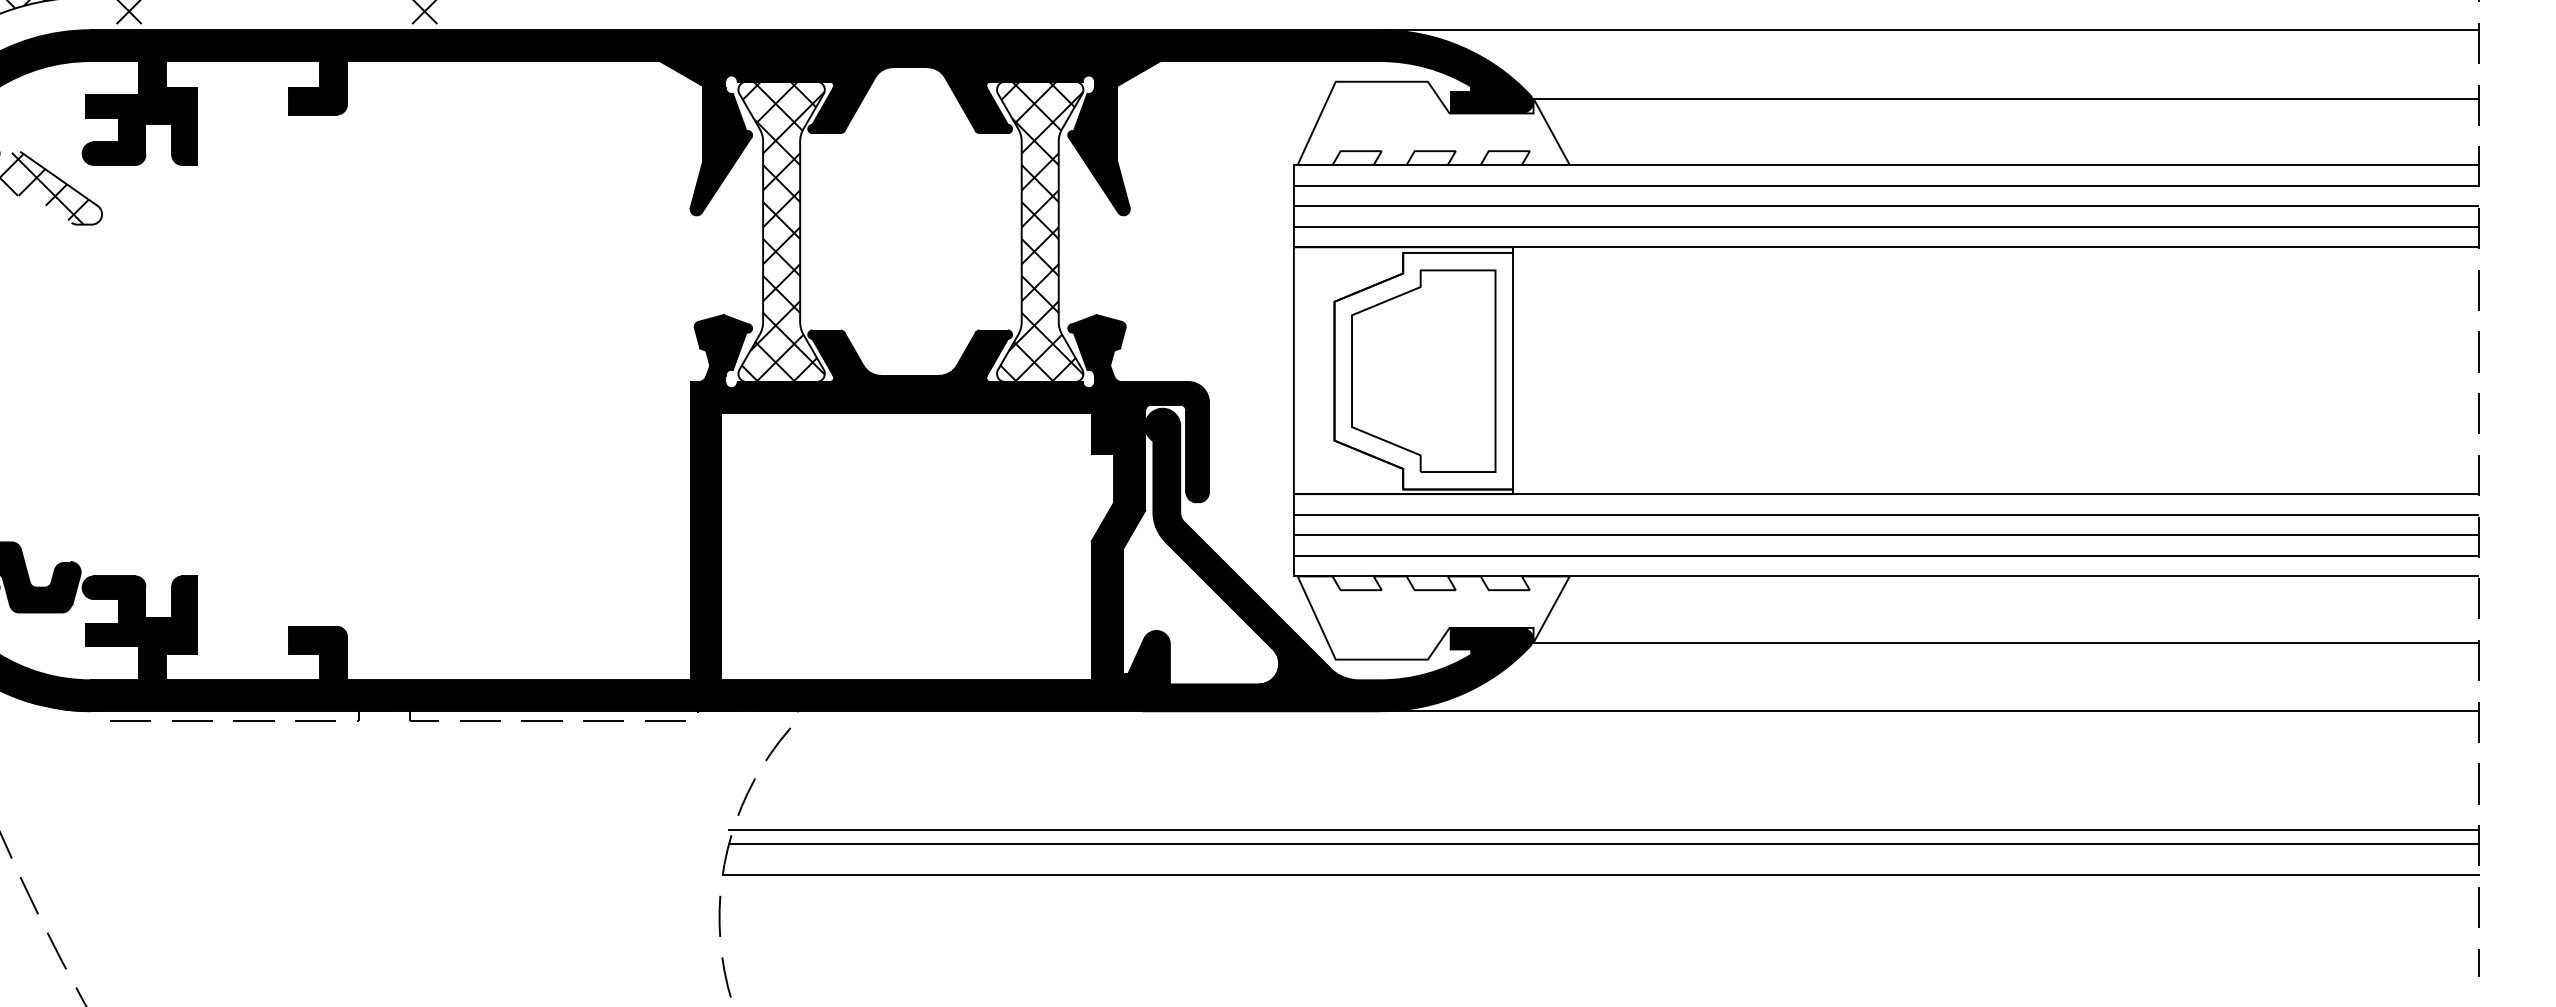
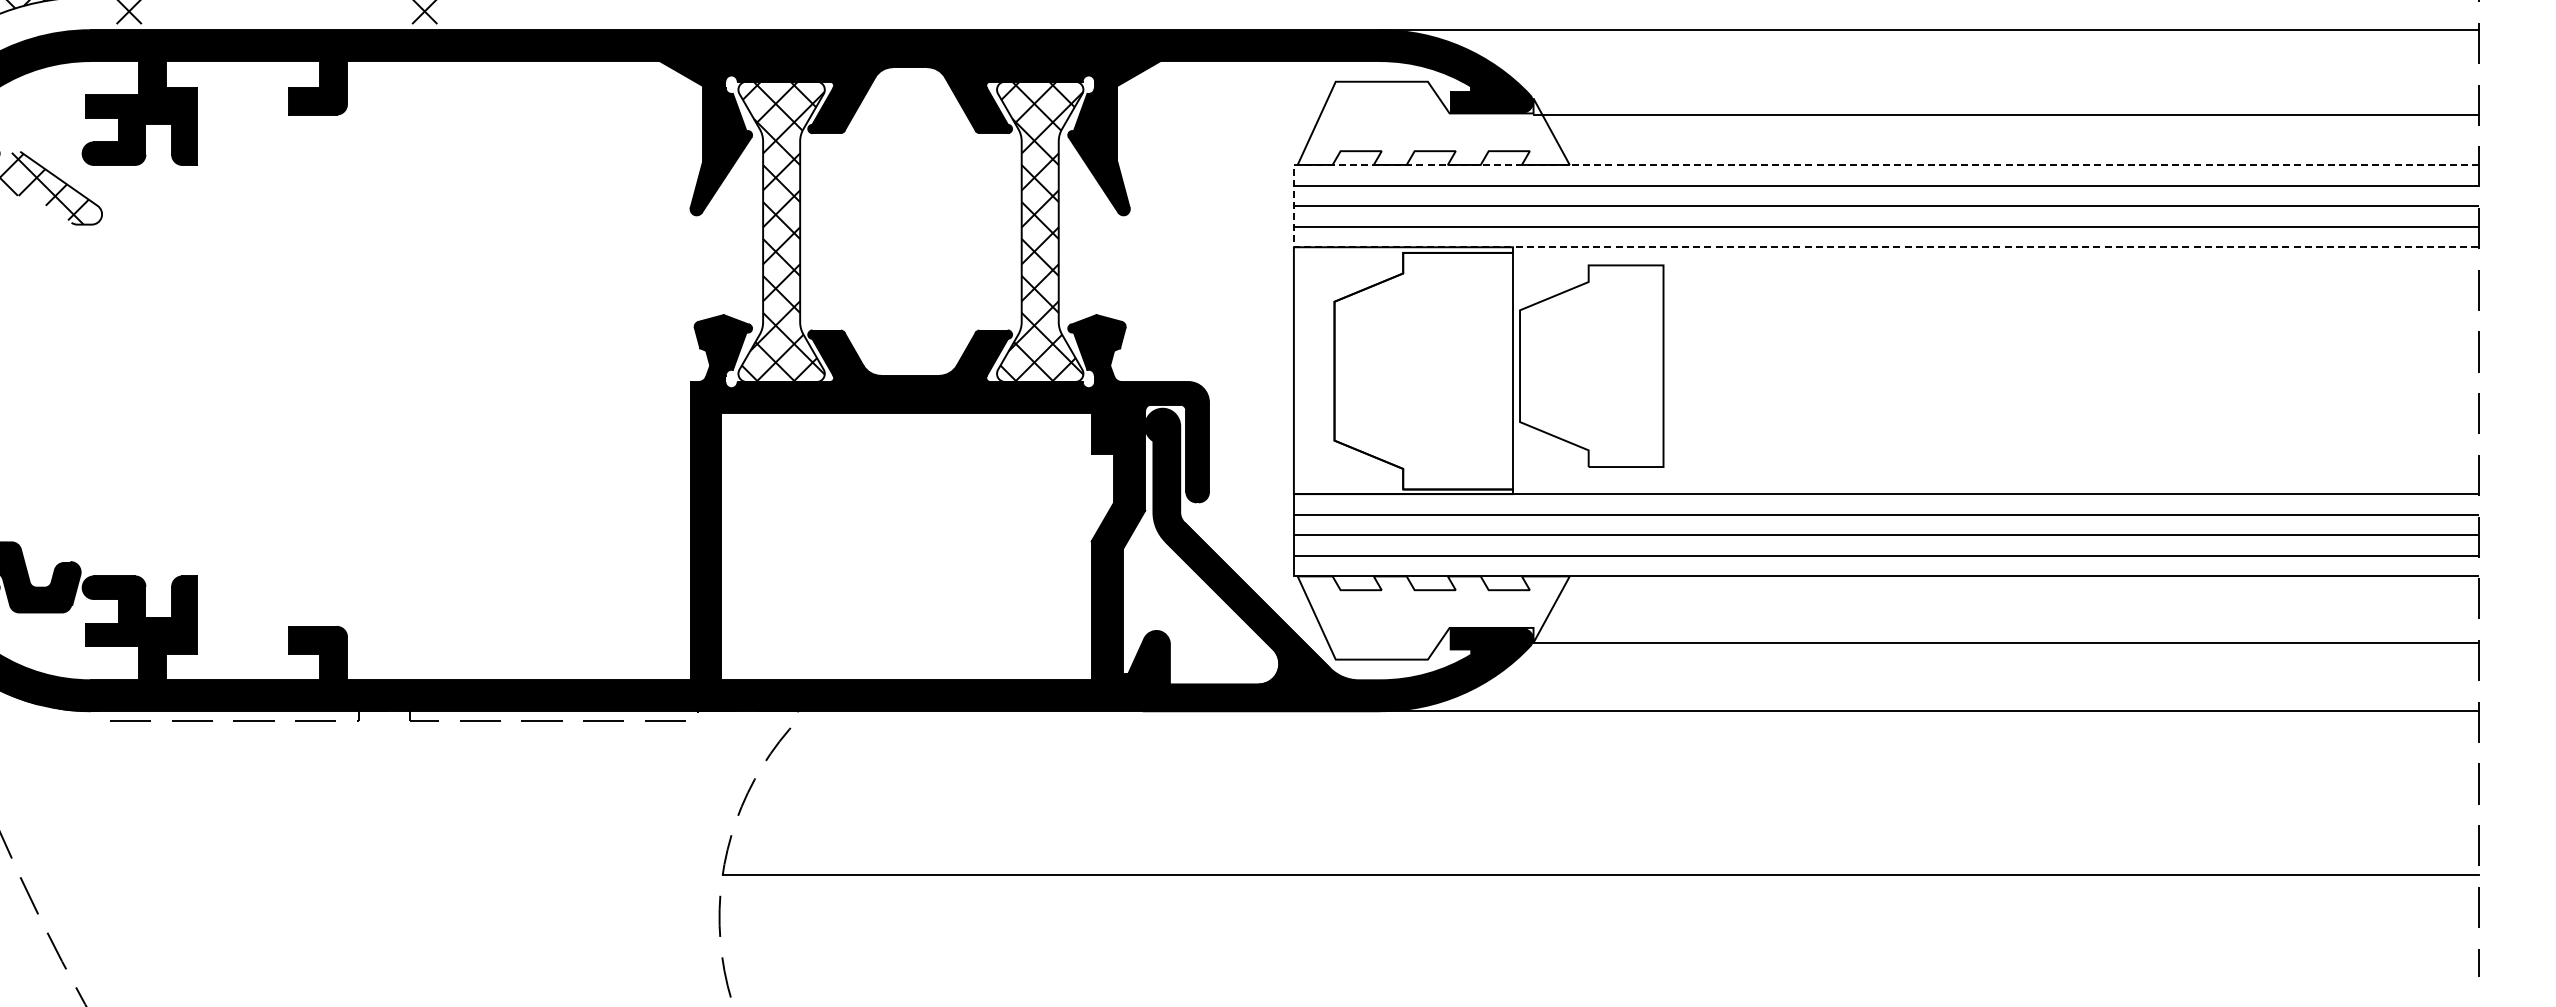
line at (2006, 98) position: (2006, 98) -> (2006, 114)
line at (1293, 206): solid -> dashed
part at (1423, 370) position: (1423, 370) -> (1591, 365)
line at (1604, 829): present -> none
line at (1604, 843): present -> none
